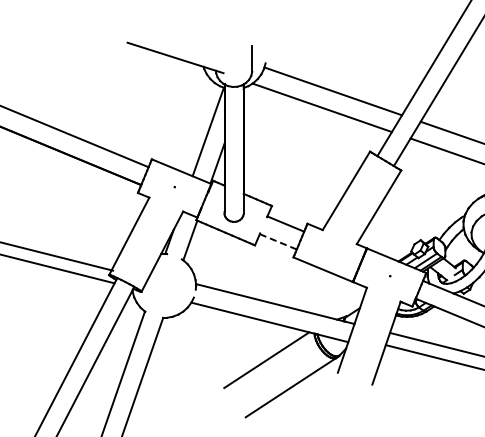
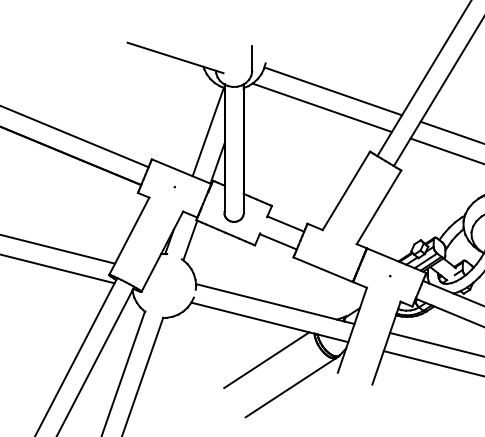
line at (278, 242): dashed -> solid
line at (57, 256) position: (57, 256) -> (58, 249)
line at (433, 357) position: (433, 357) -> (432, 363)
